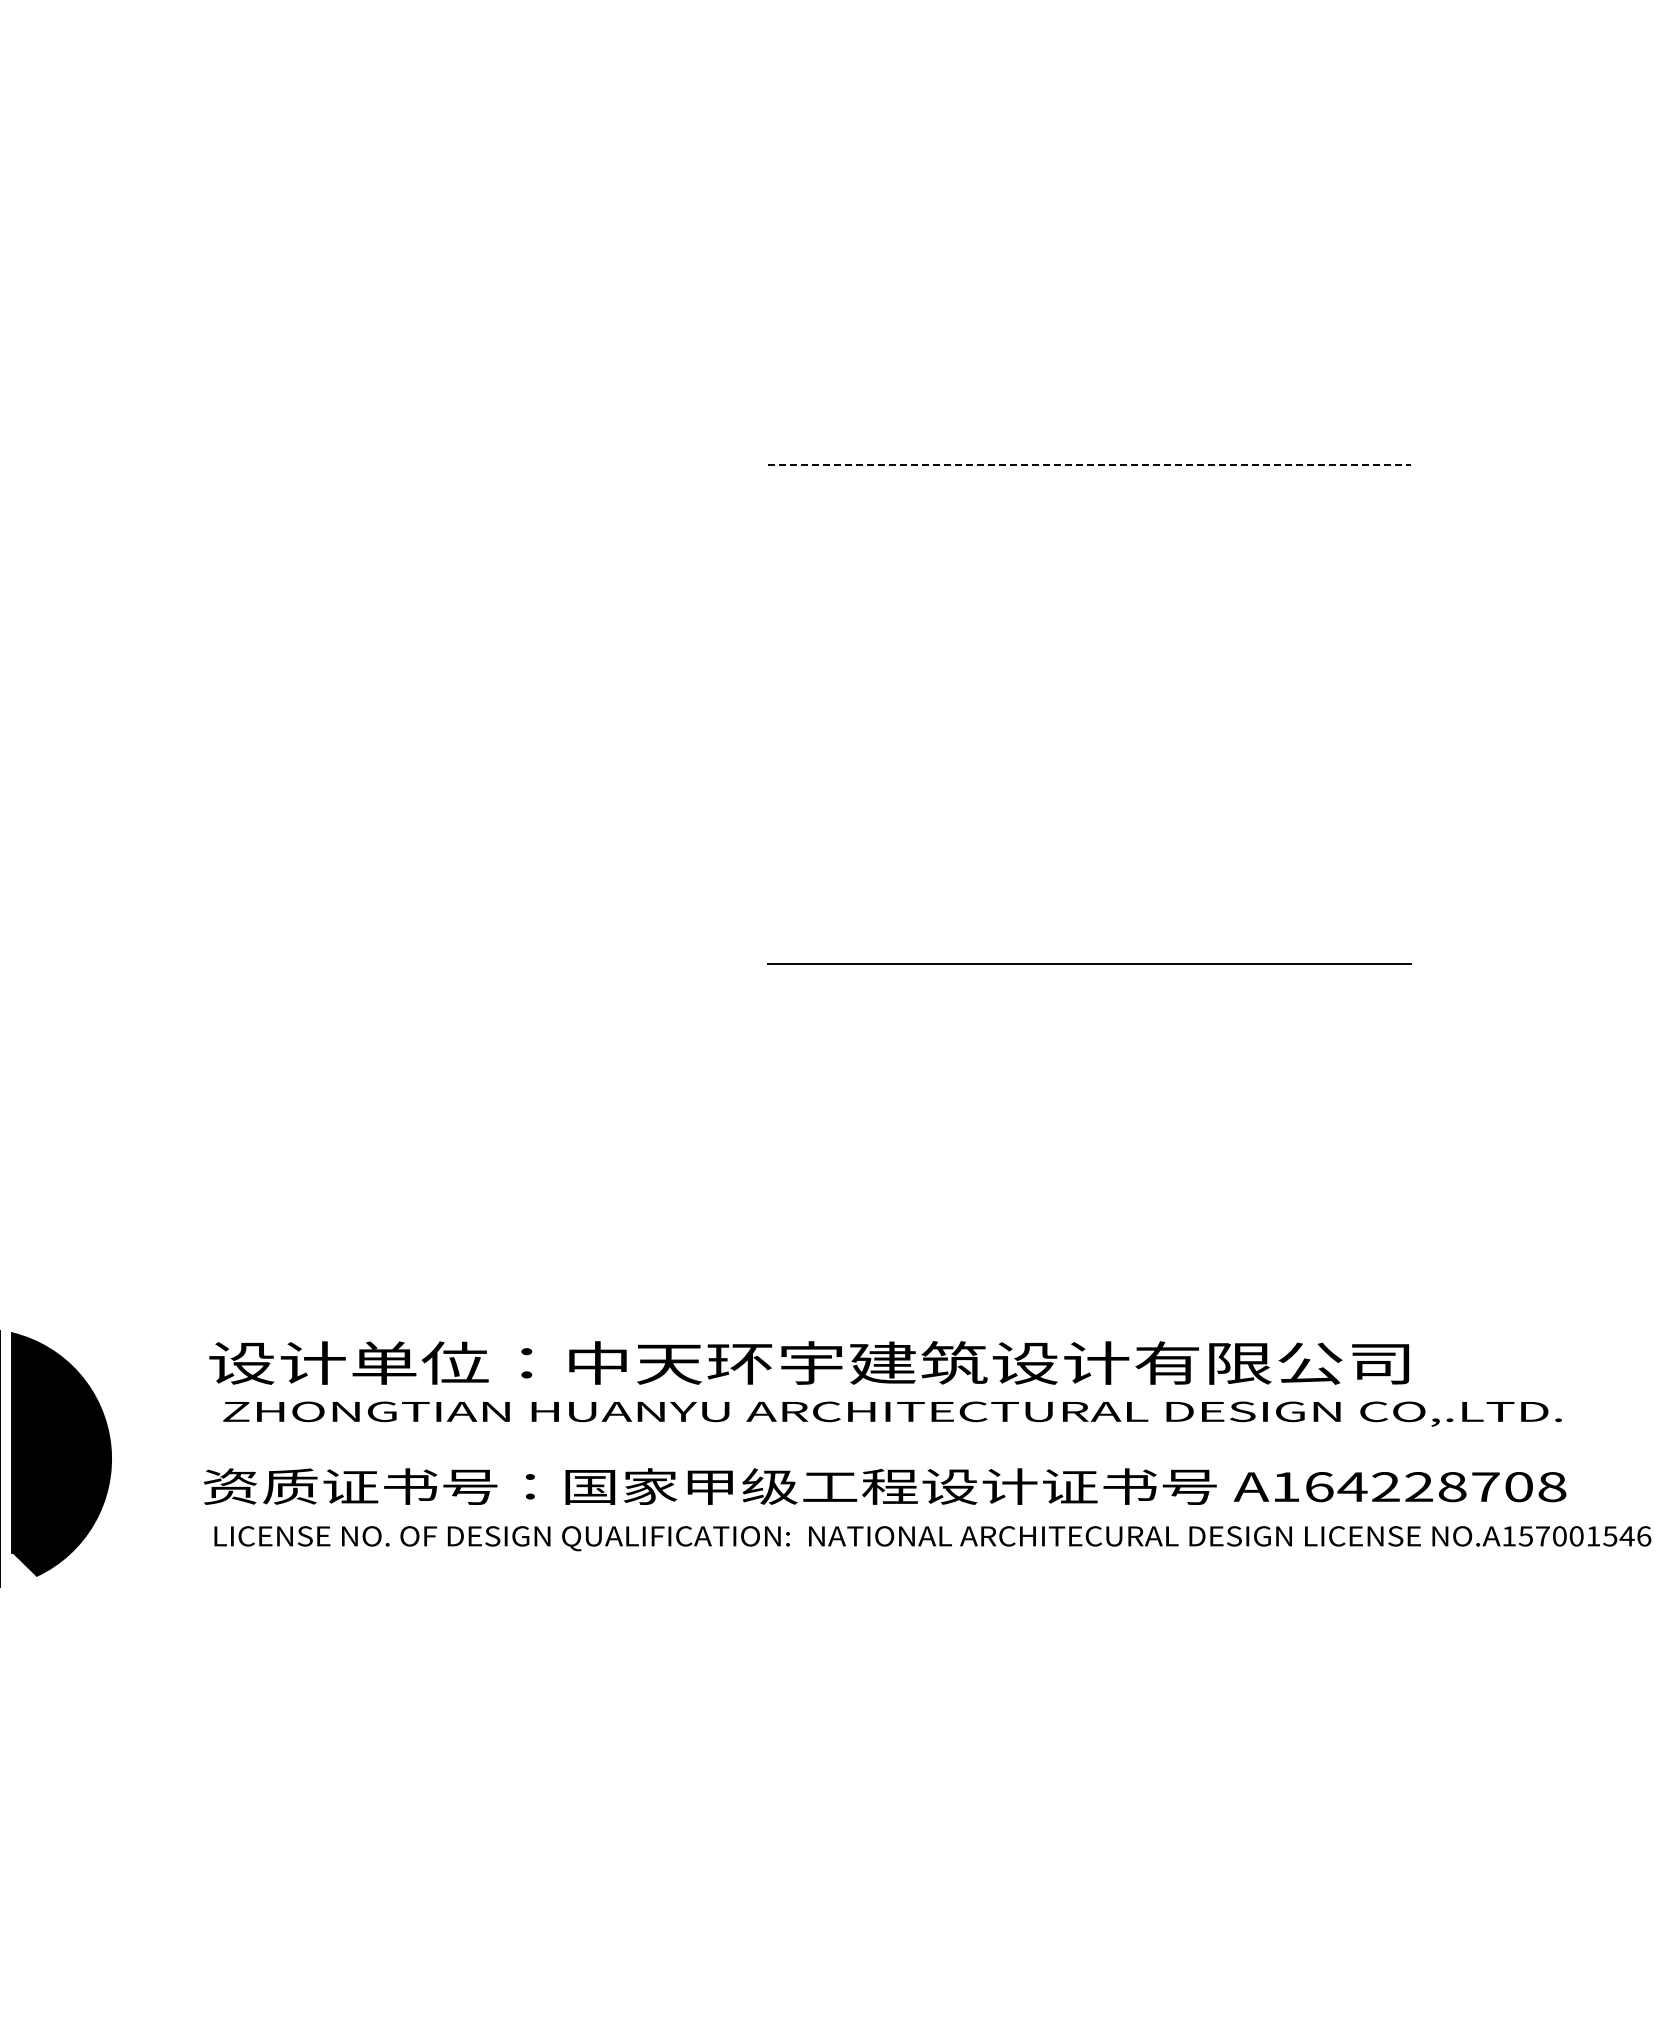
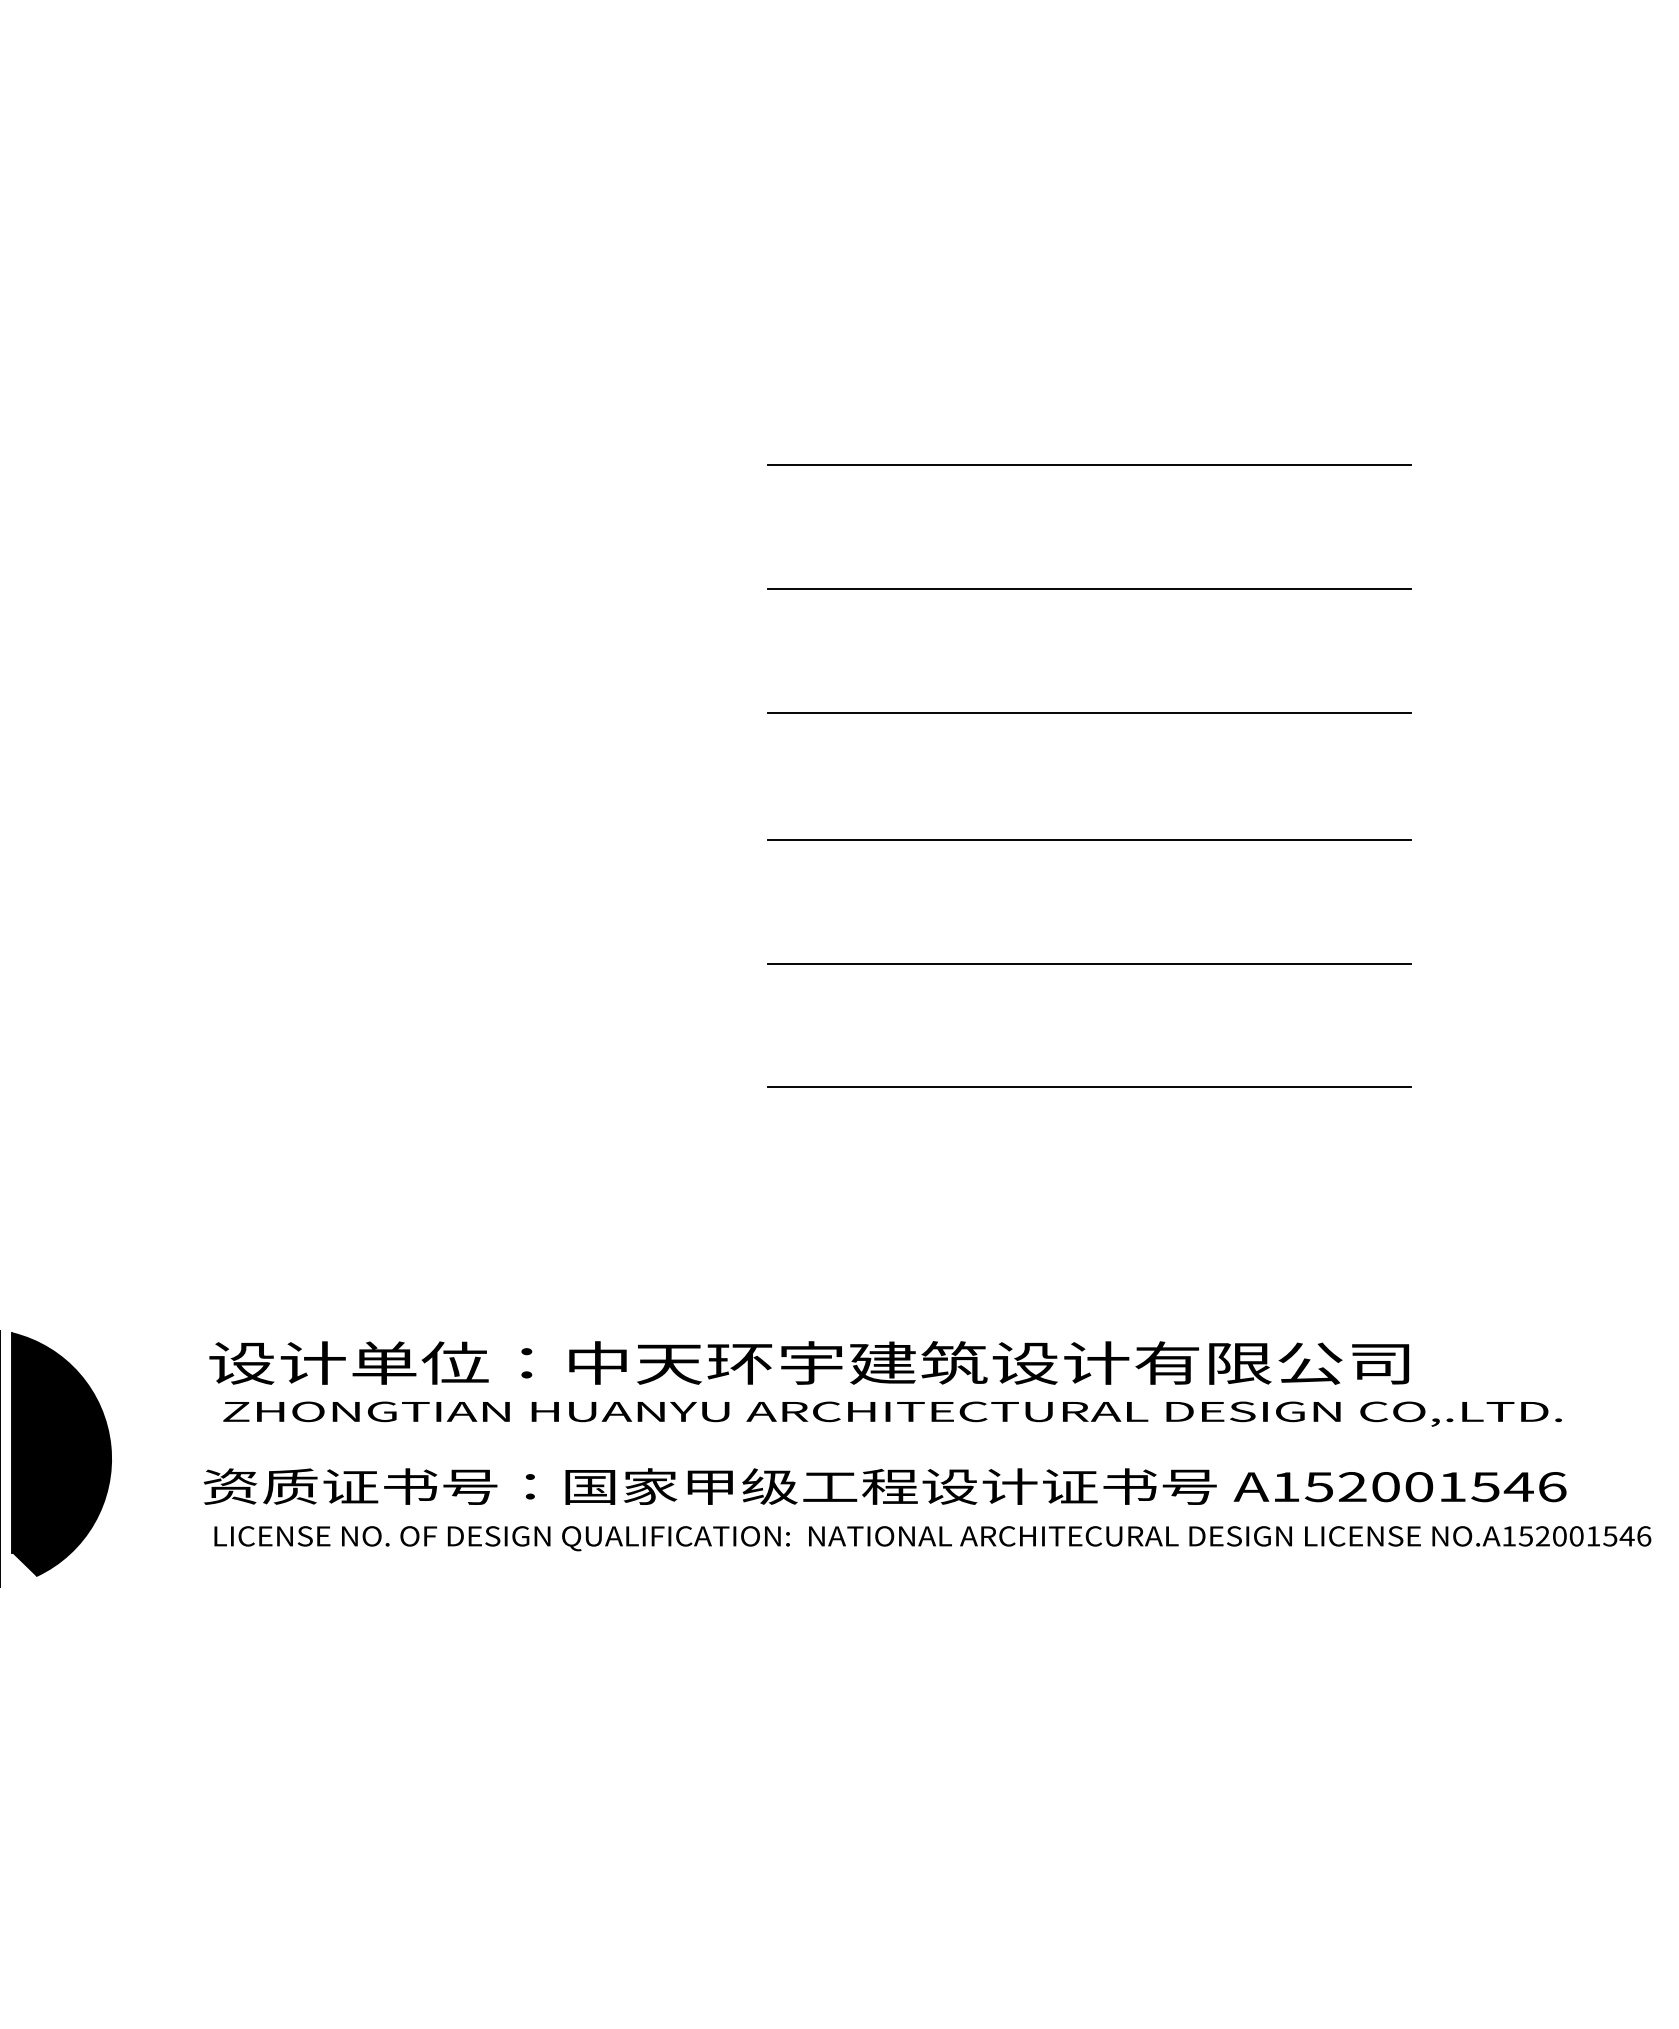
line at (1089, 465): dashed -> solid
line at (1089, 589): none -> present
line at (1089, 712): none -> present
line at (1089, 840): none -> present
line at (1089, 1087): none -> present
text at (1435, 1487): A164228708 -> A152001546
text at (1542, 1536): NO.A157001546 -> NO.A152001546
